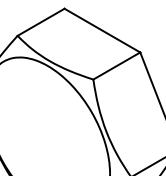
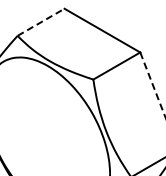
line at (41, 22): solid -> dashed
line at (153, 85): solid -> dashed
